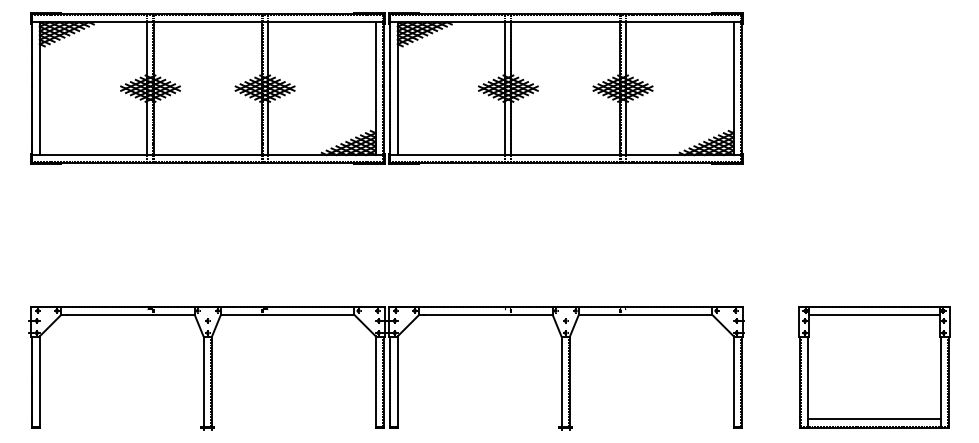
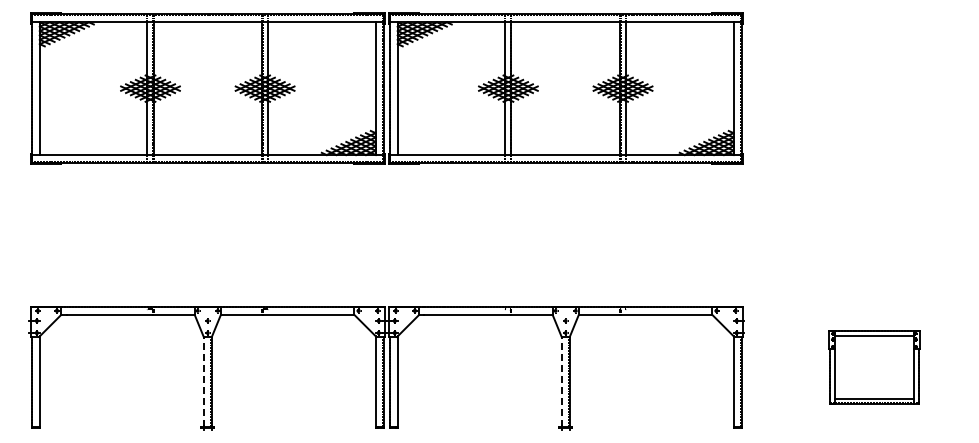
part at (874, 367) size: 153x123 px -> 93x75 px
line at (203, 381): solid -> dashed
line at (561, 381): solid -> dashed
